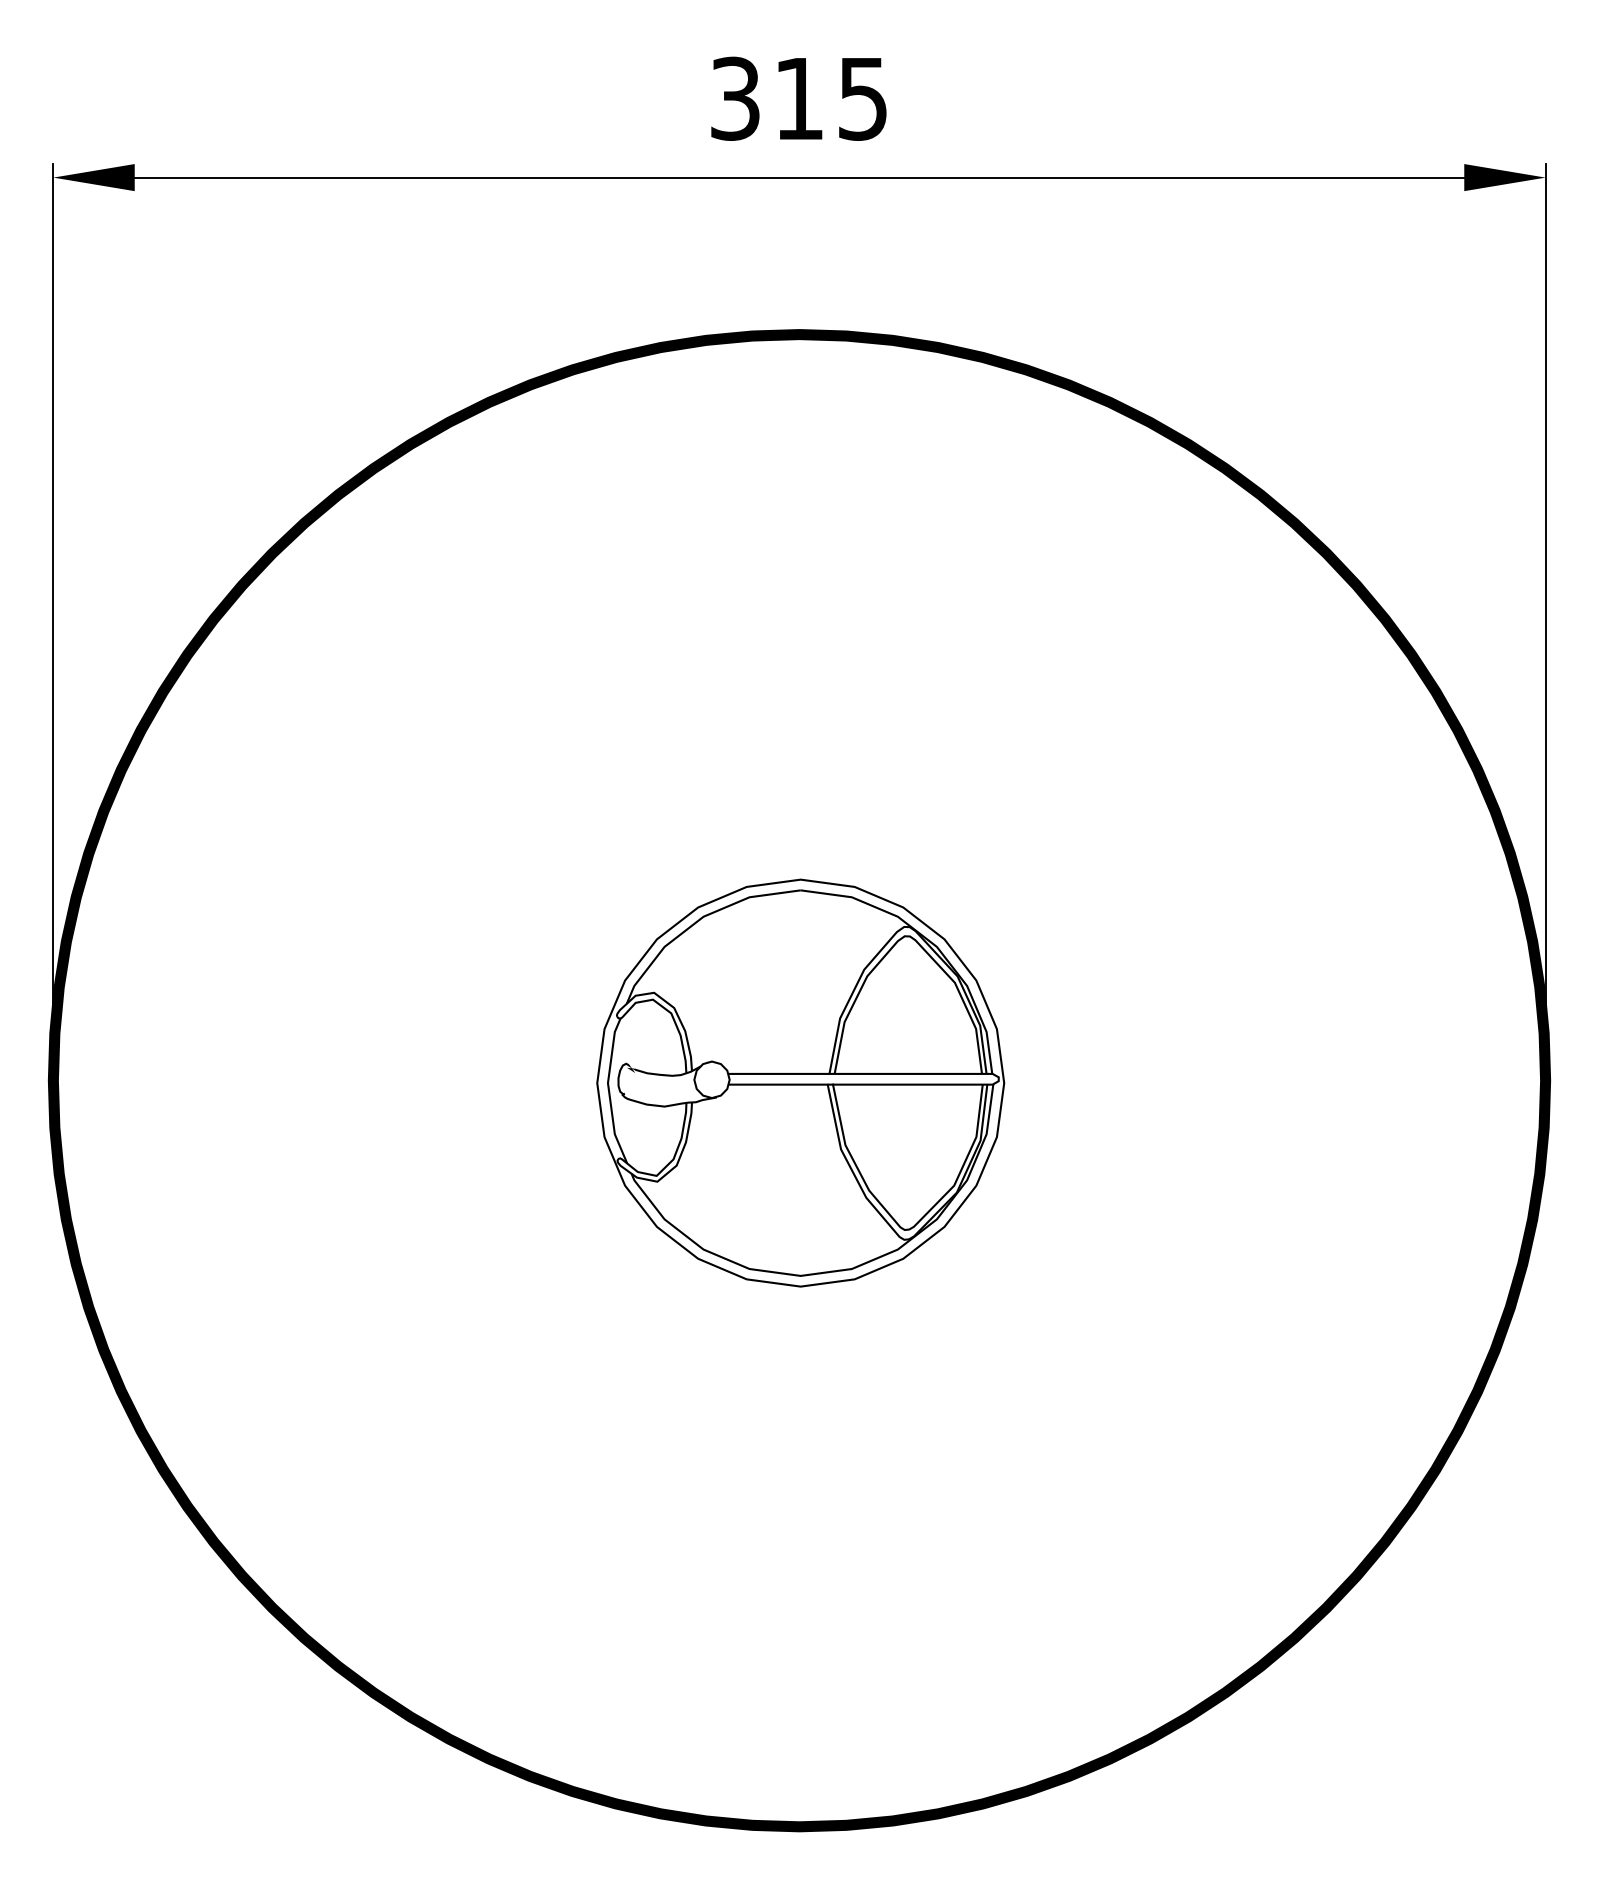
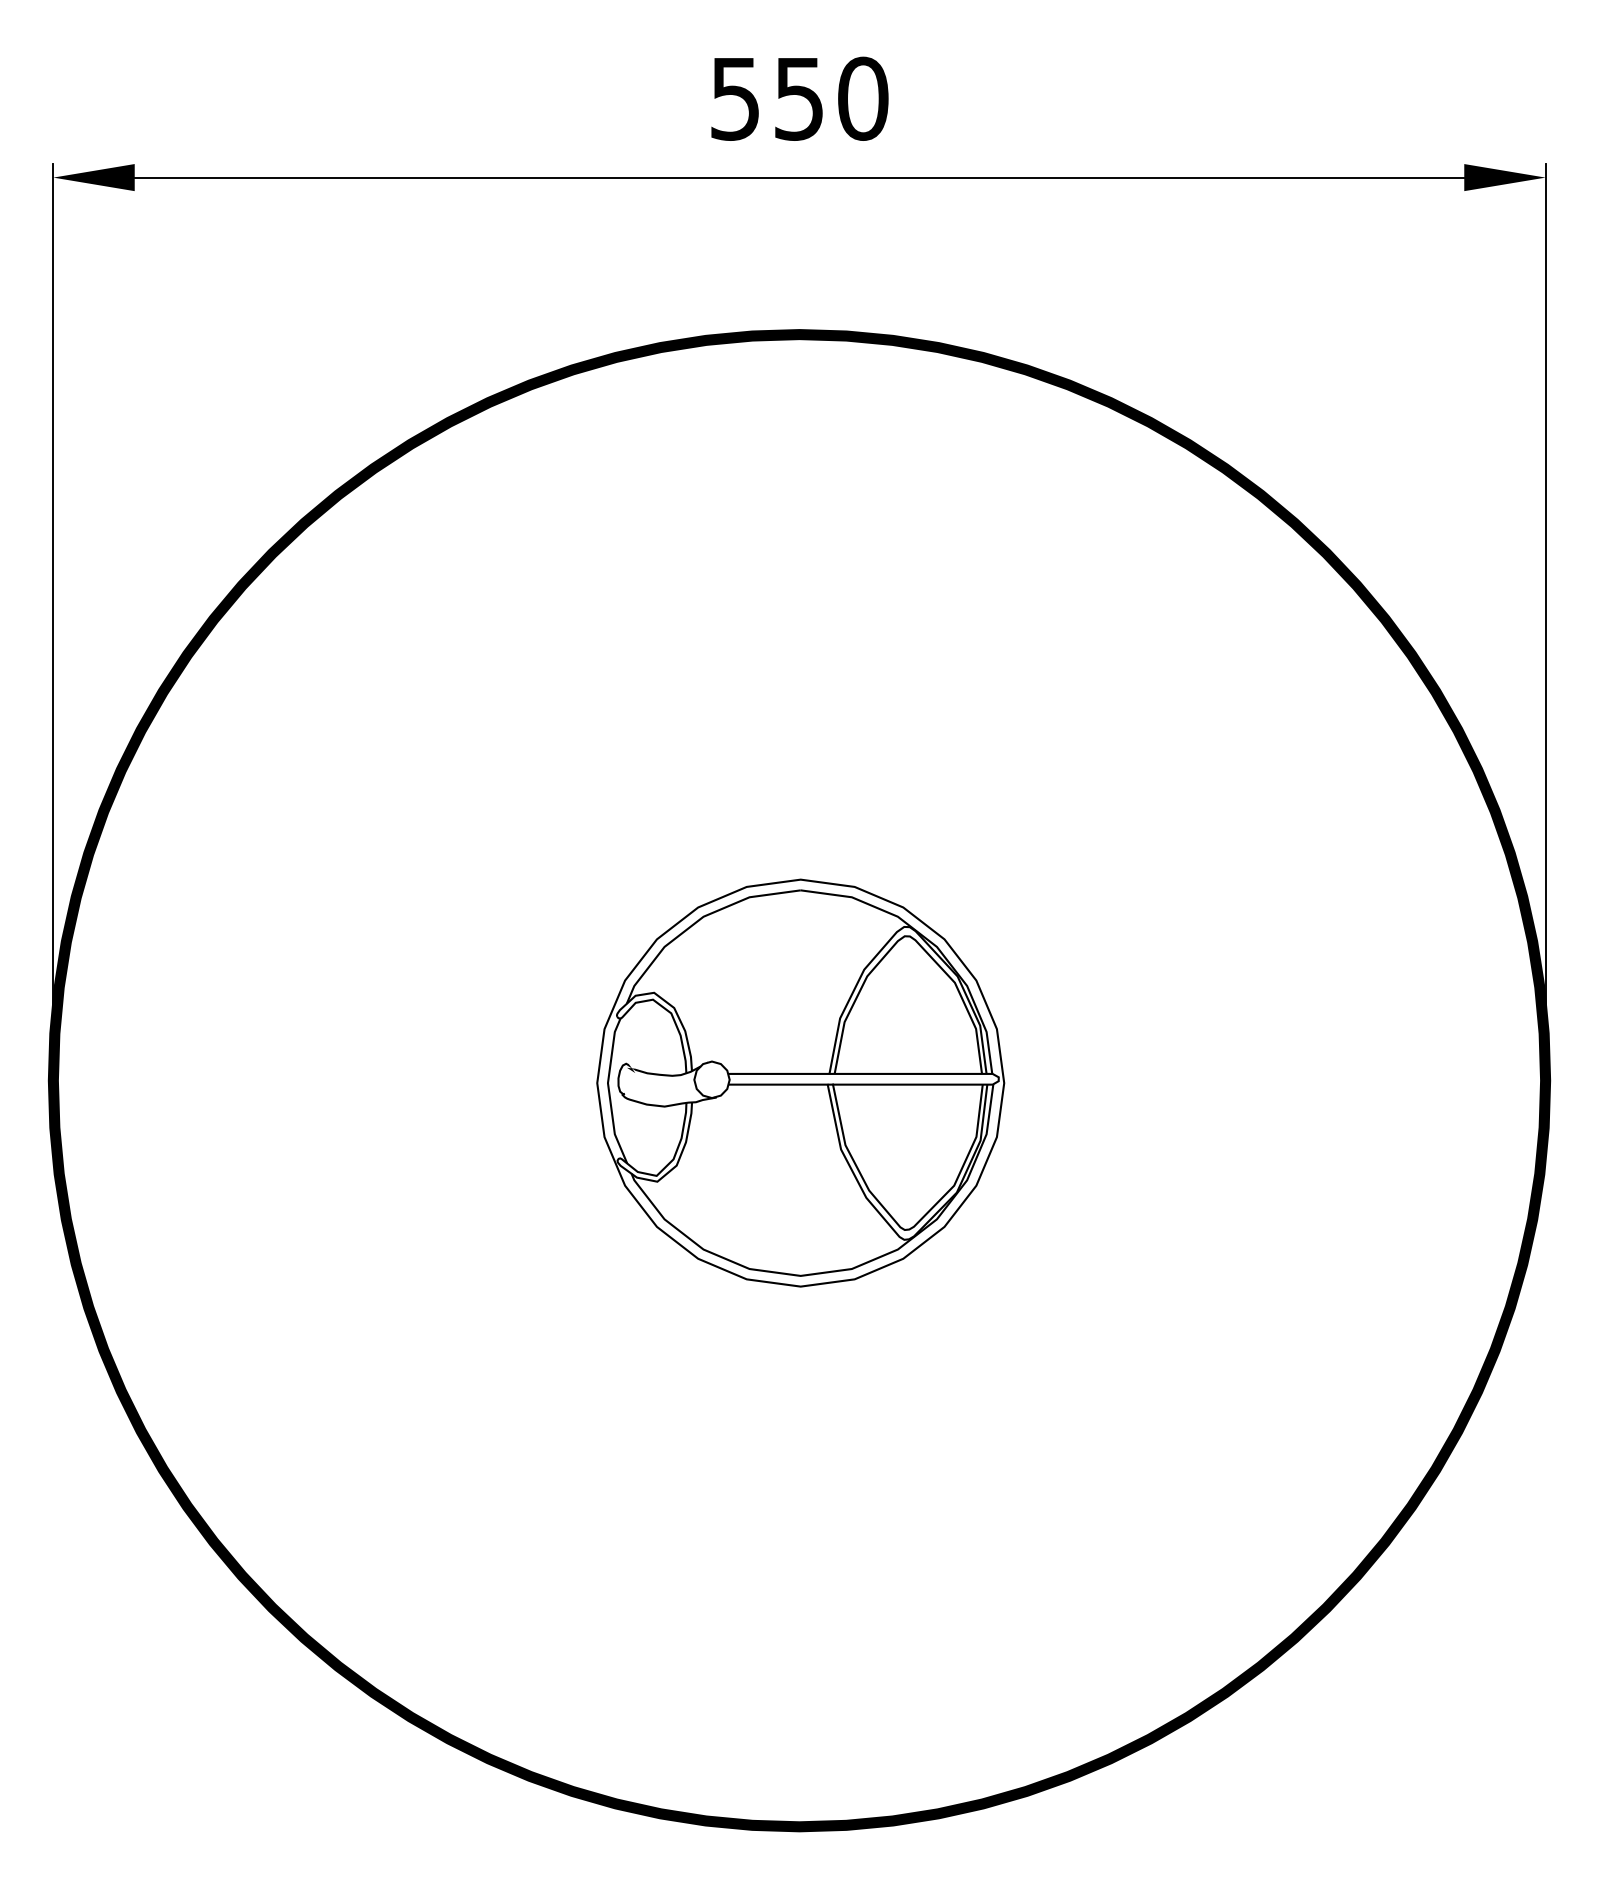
text at (799, 98): 315 -> 550
